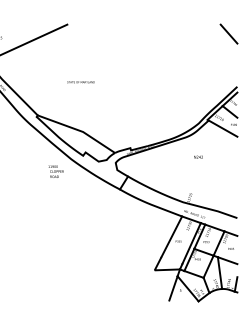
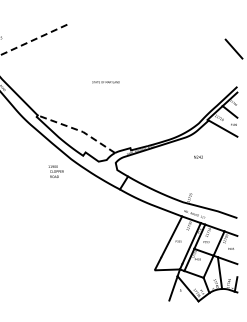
line at (228, 33) position: (228, 33) -> (233, 48)
line at (33, 39): solid -> dashed
text at (80, 82) position: (80, 82) -> (105, 82)
line at (78, 130): solid -> dashed
